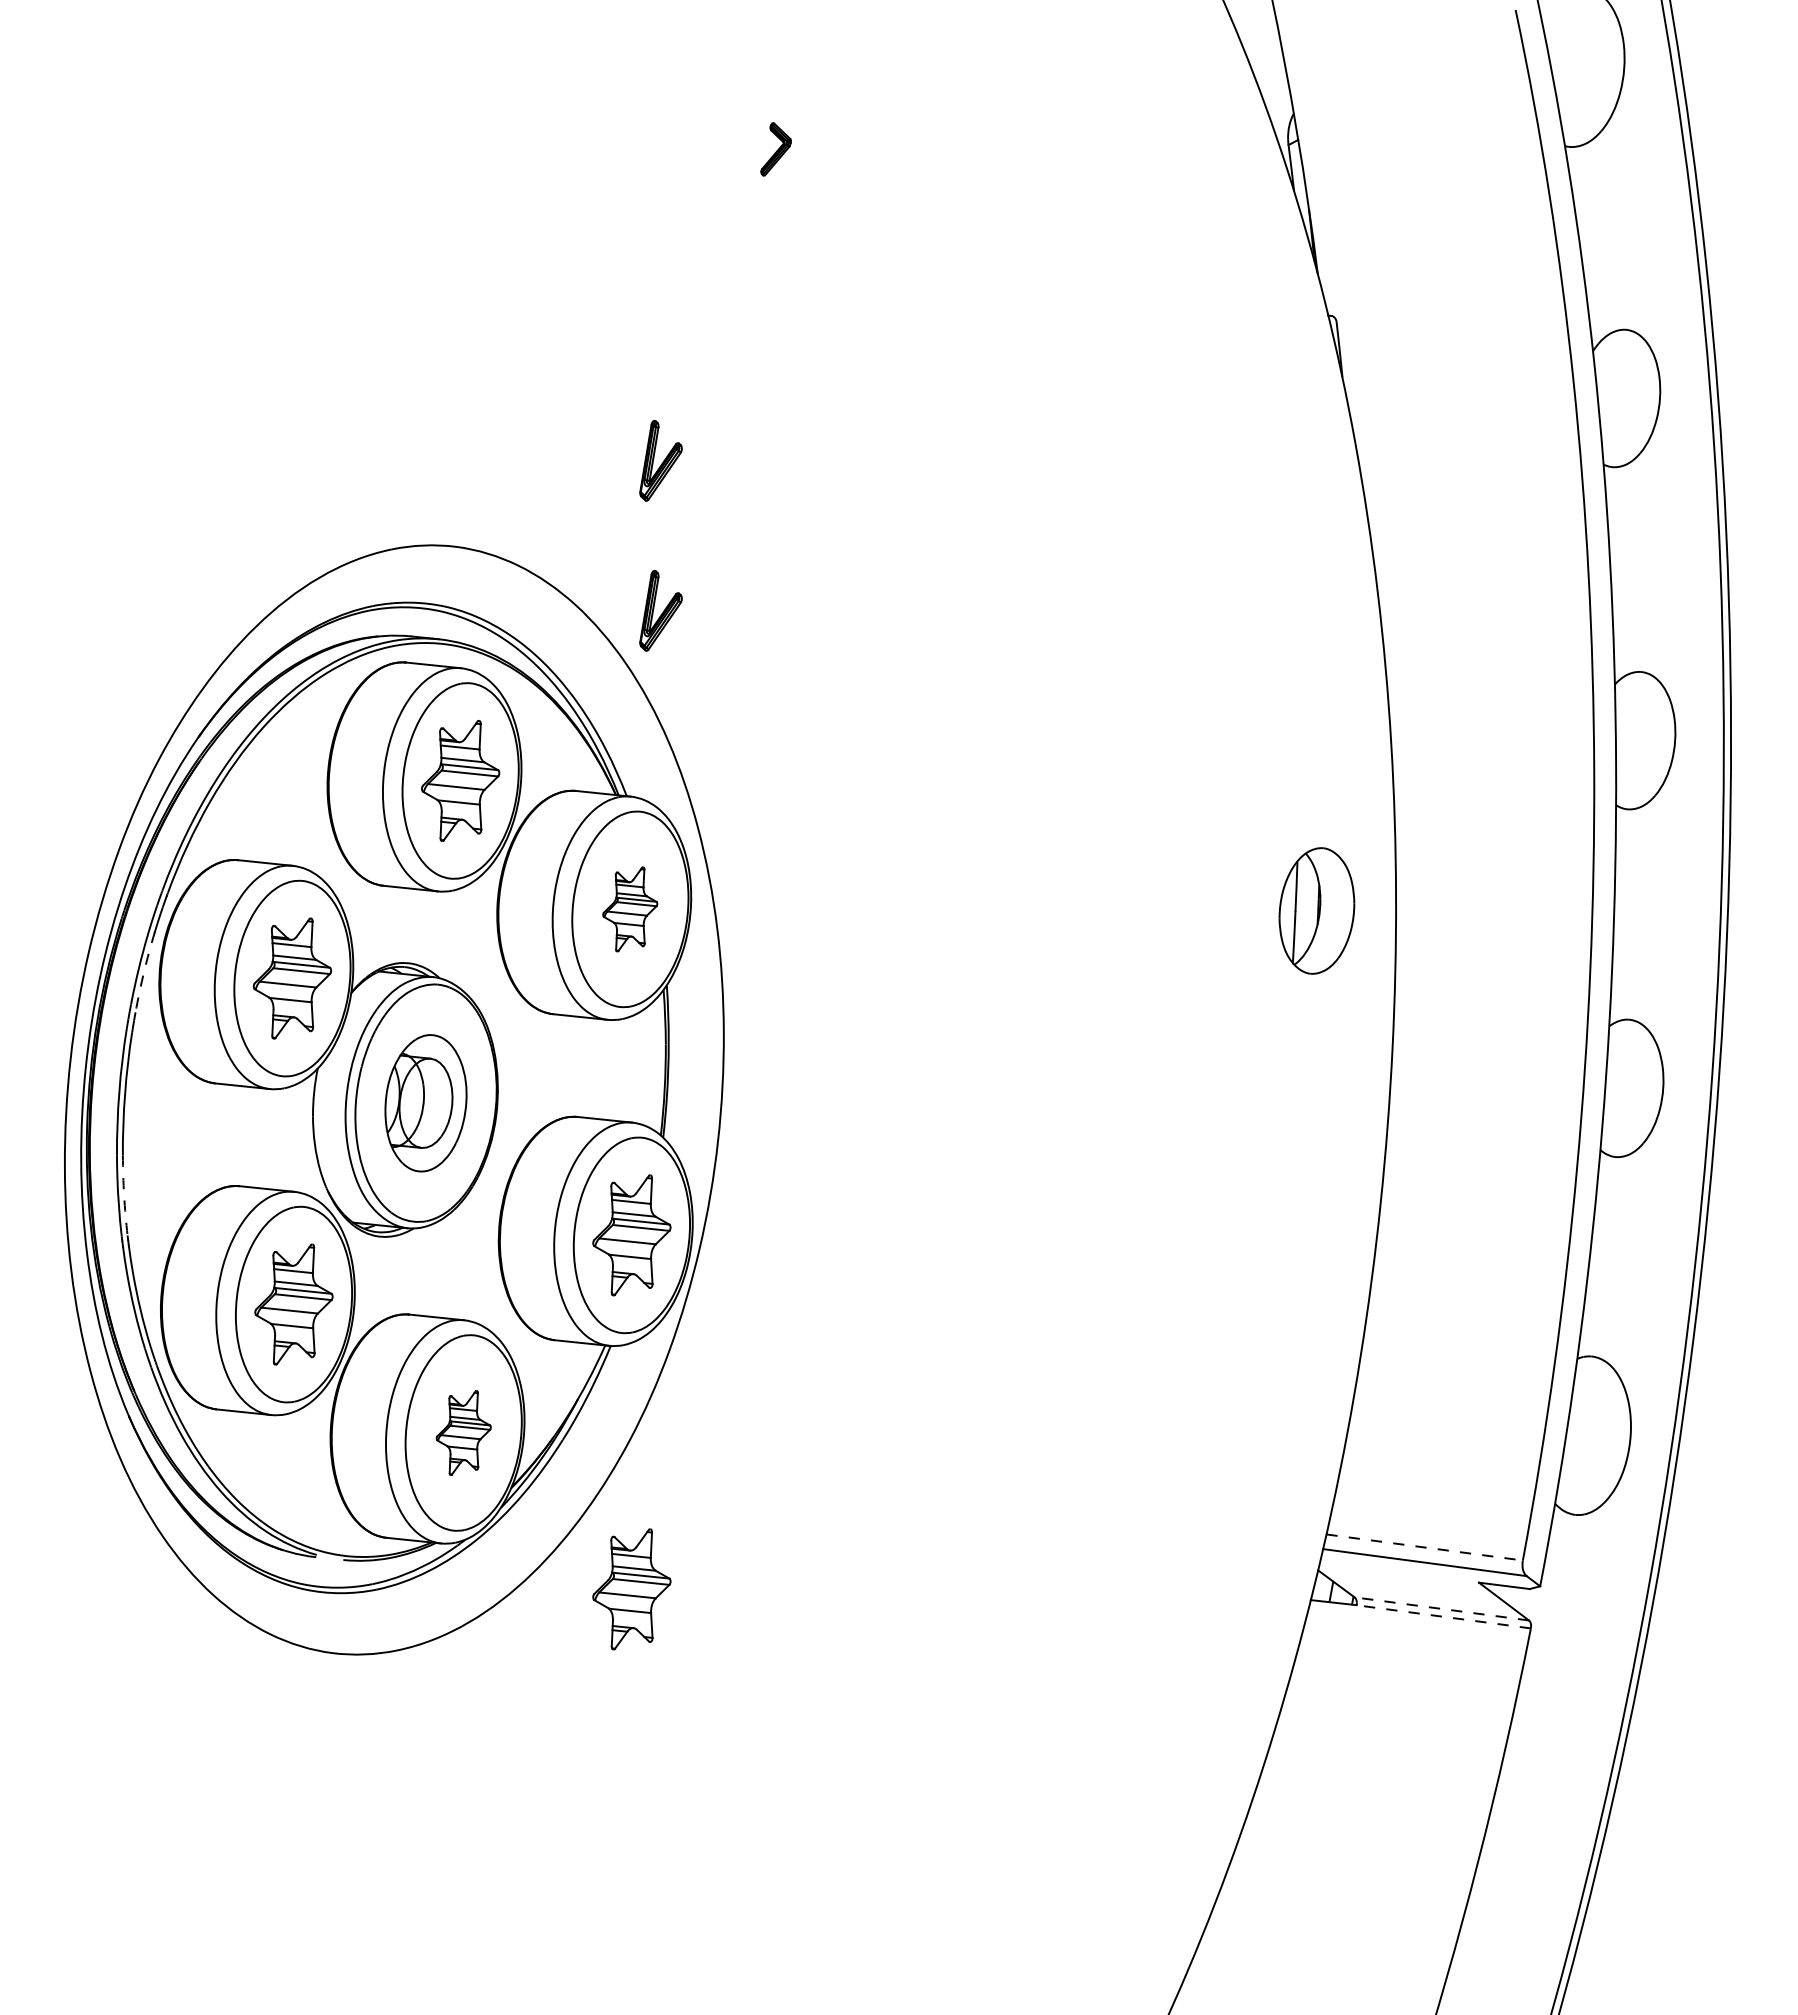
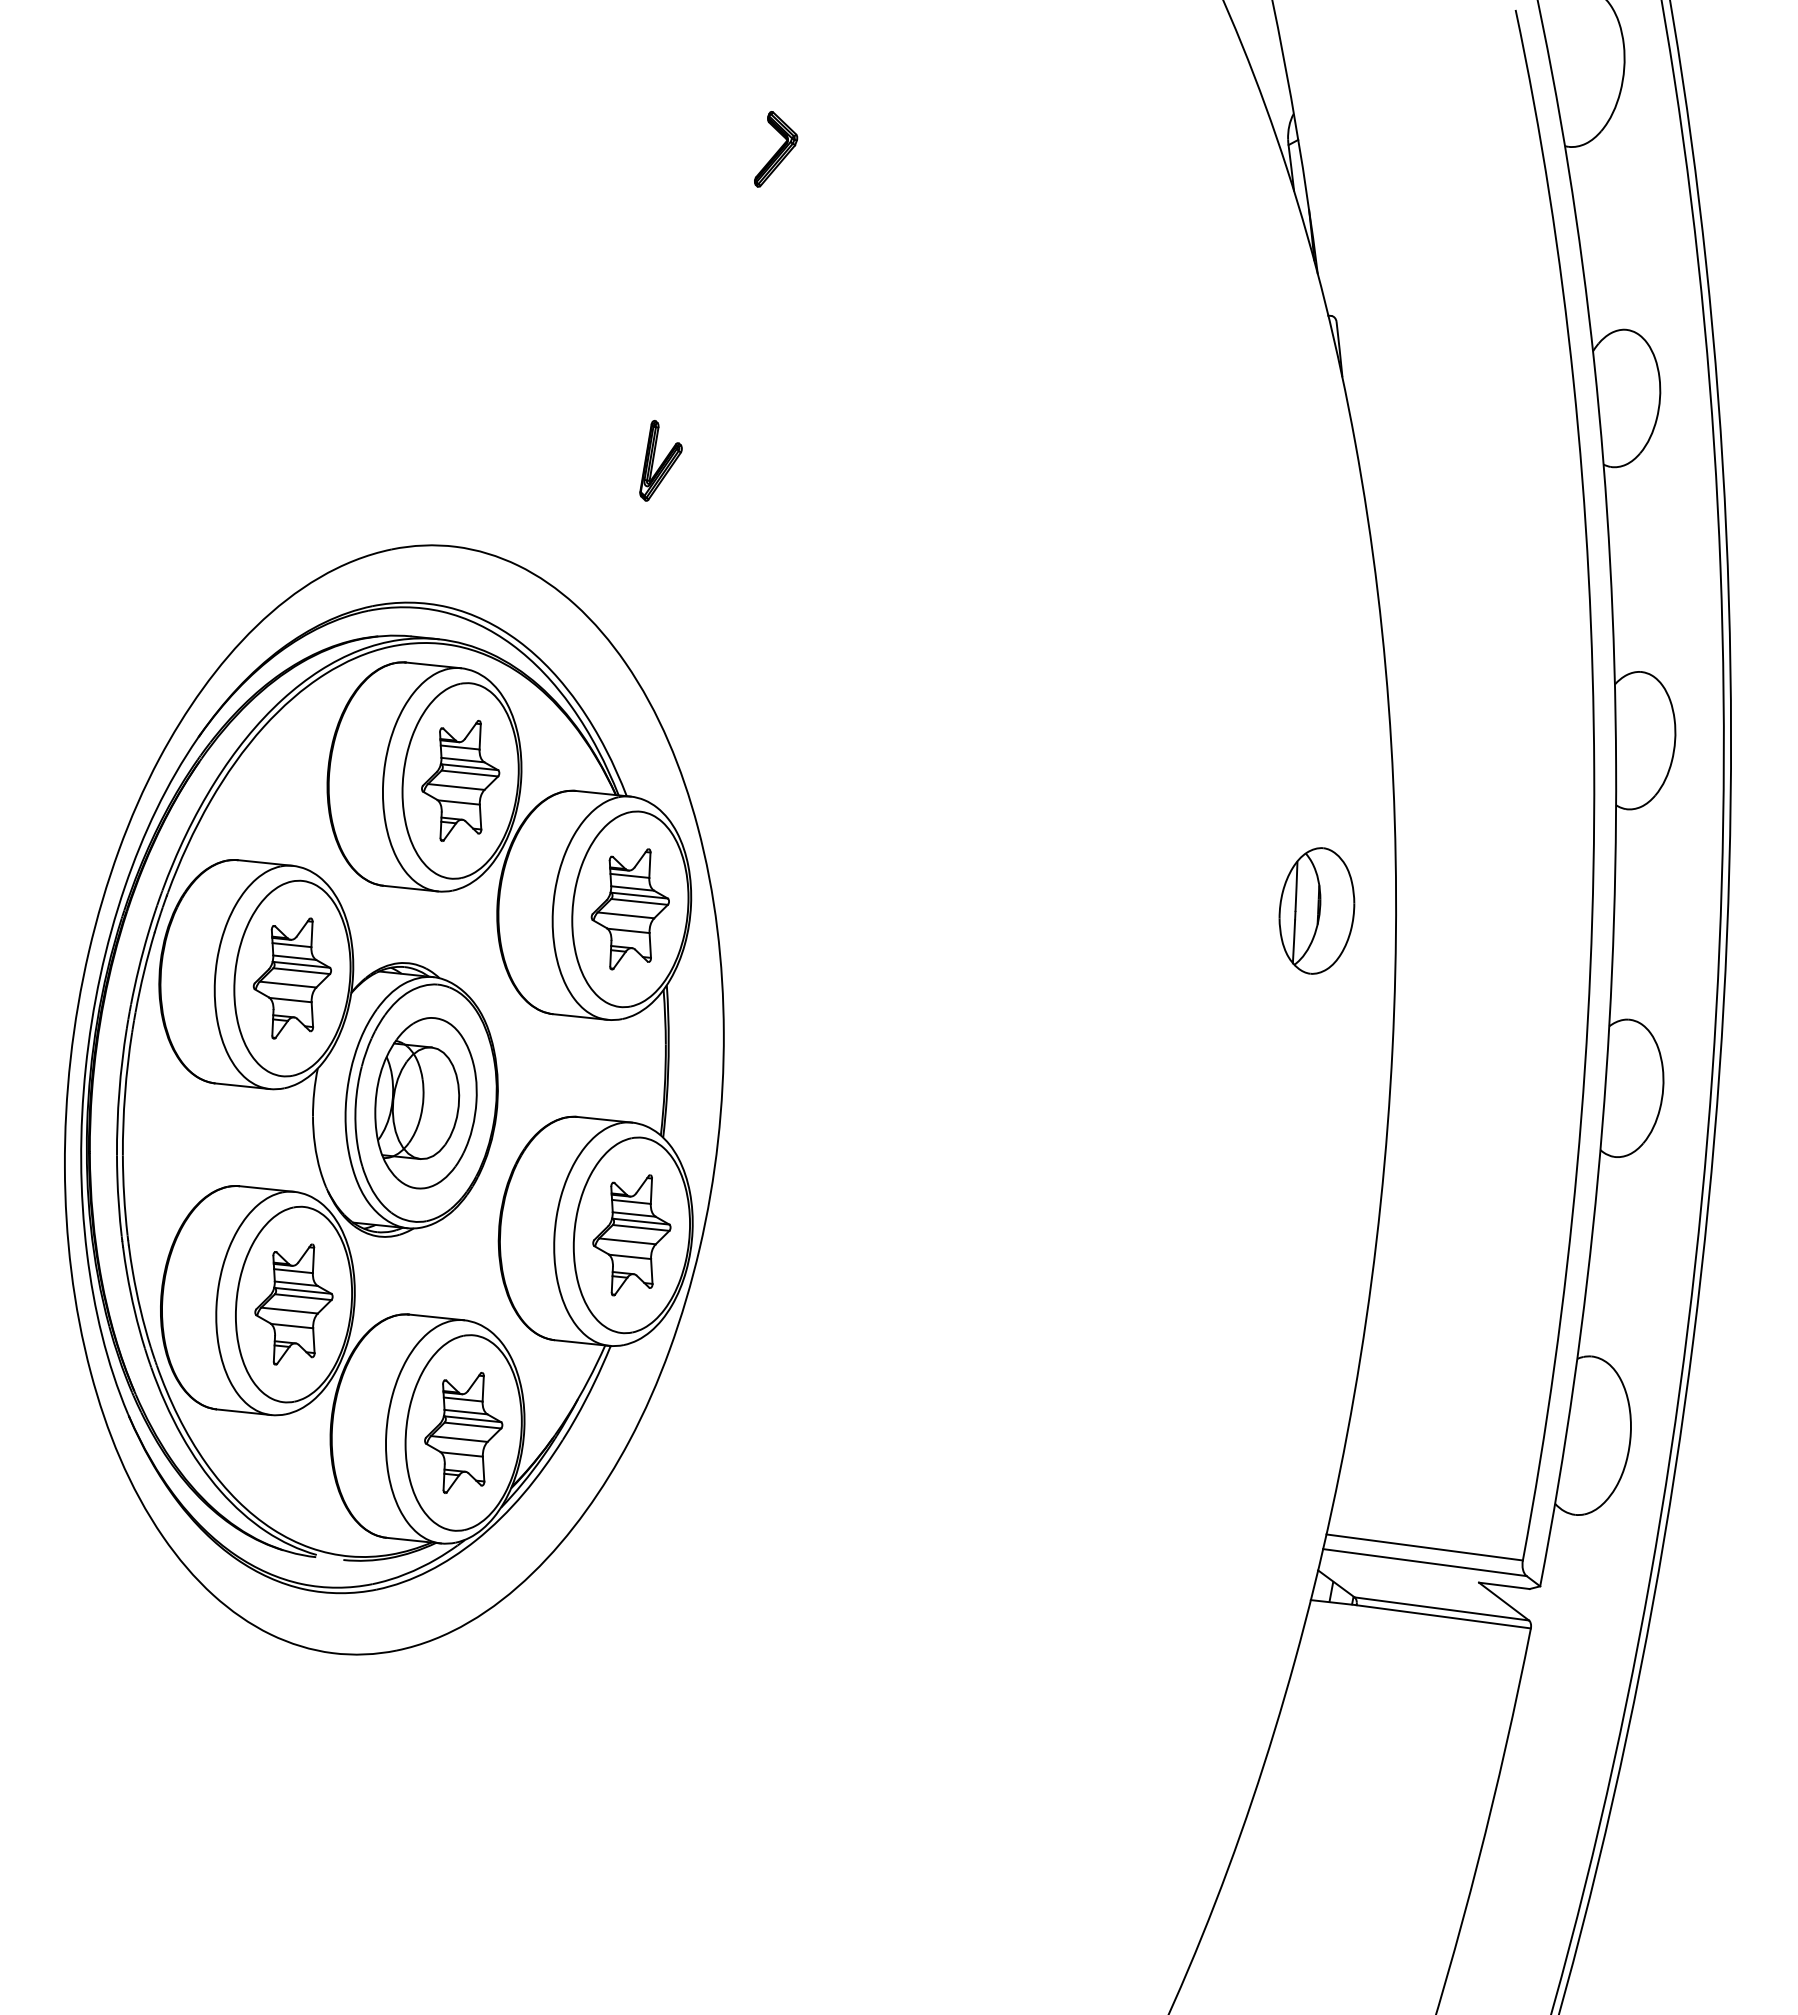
part at (775, 149) size: 32x55 px -> 45x77 px
part at (660, 610): present -> none
part at (630, 909) size: 57x87 px -> 80x123 px
arc at (144, 972): dashed -> solid
part at (425, 1103) size: 84x139 px -> 104x173 px
arc at (124, 1195): dashed -> solid
part at (463, 1432) size: 57x86 px -> 80x122 px
line at (1425, 1547): dashed -> solid
part at (631, 1589): present -> none
line at (1441, 1608): dashed -> solid
line at (1443, 1616): dashed -> solid
